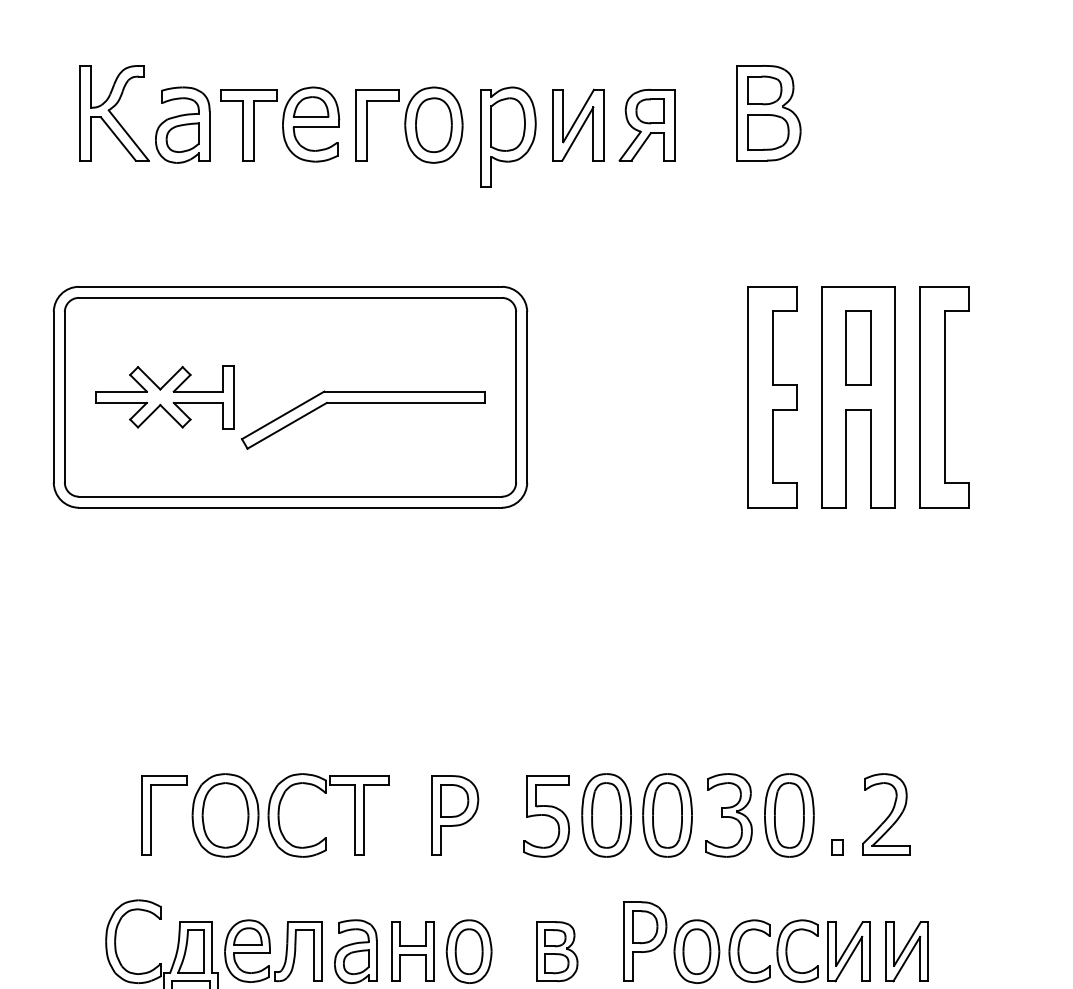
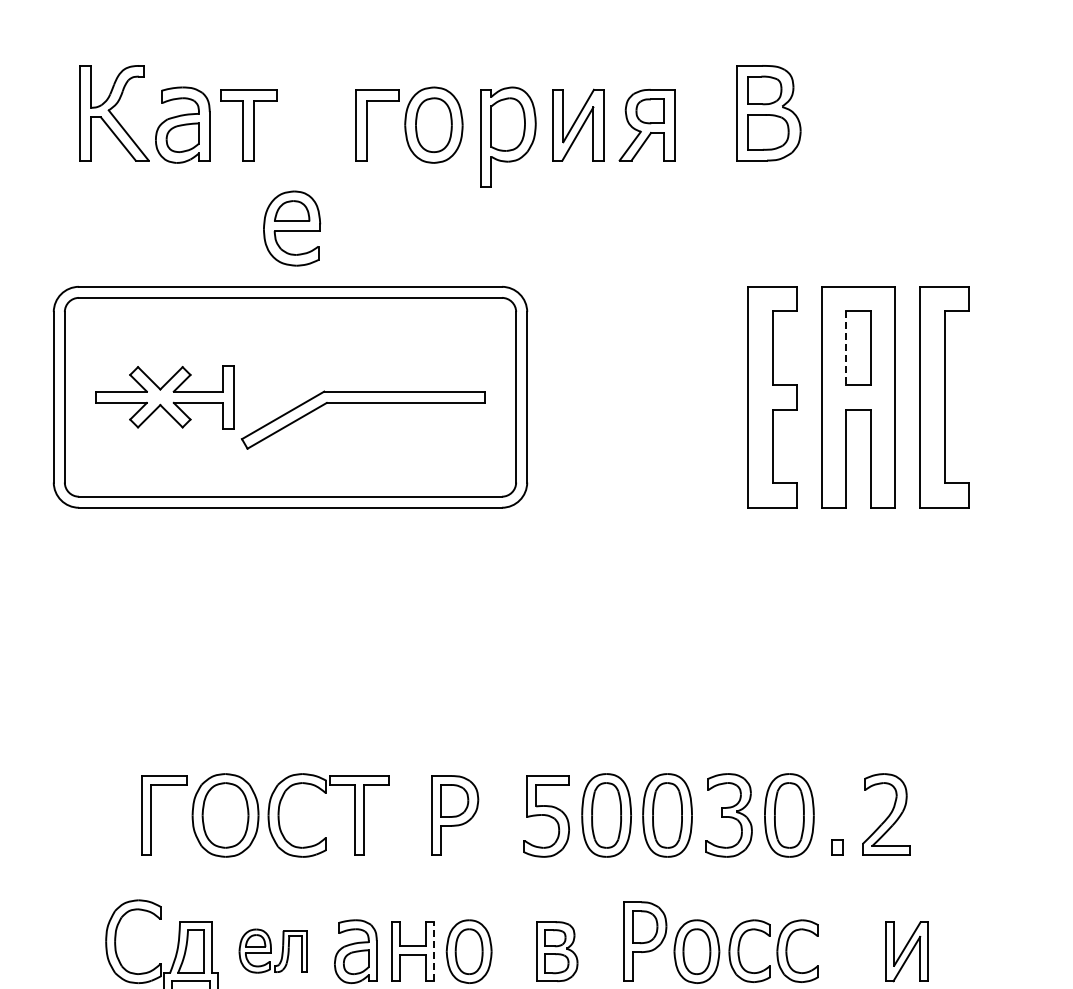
part at (311, 124) position: (311, 124) -> (292, 228)
line at (846, 348): solid -> dashed
part at (273, 950) size: 99x64 px -> 70x46 px
line at (433, 951): solid -> dashed
part at (848, 951): present -> none
